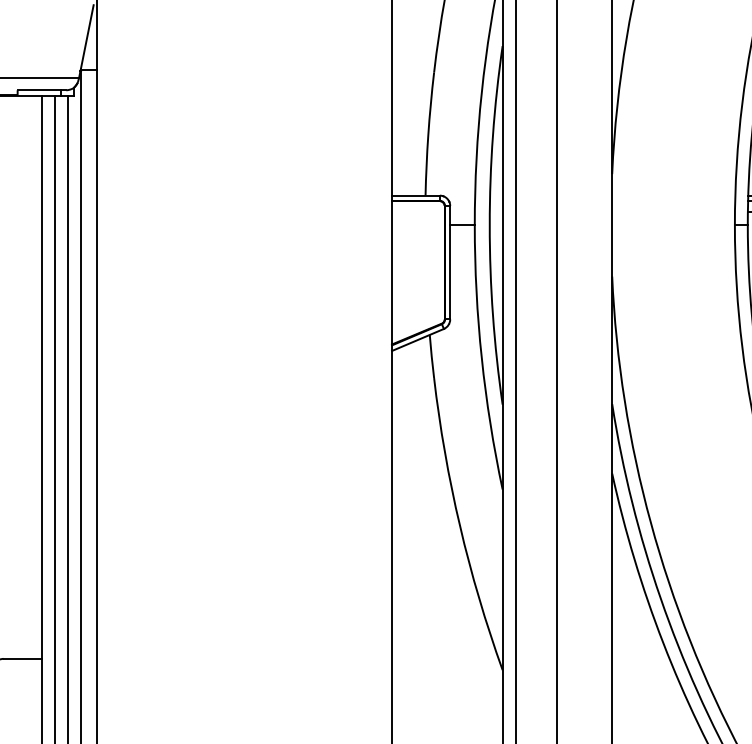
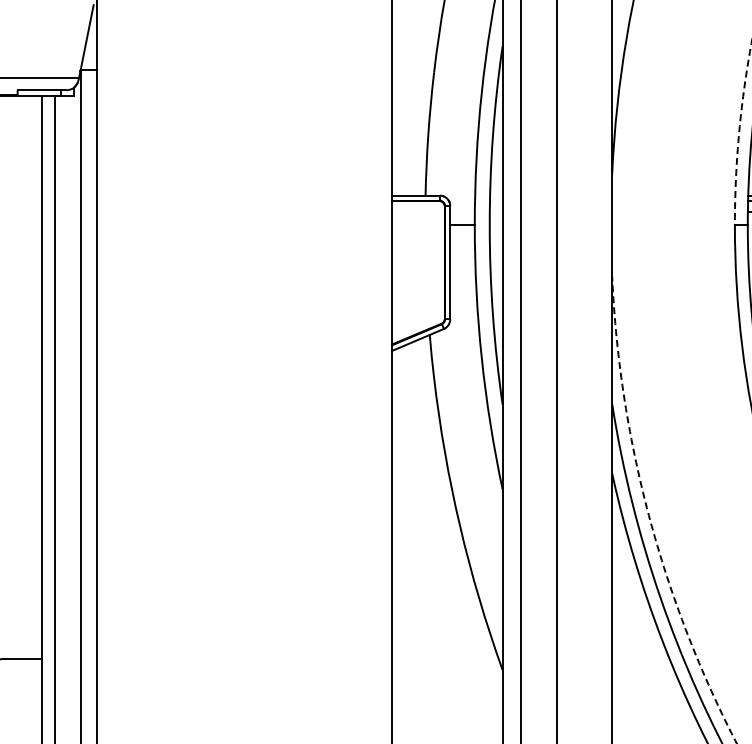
arc at (739, 133): solid -> dashed
line at (515, 371) position: (515, 371) -> (520, 371)
line at (68, 418): present -> none
arc at (649, 517): solid -> dashed
